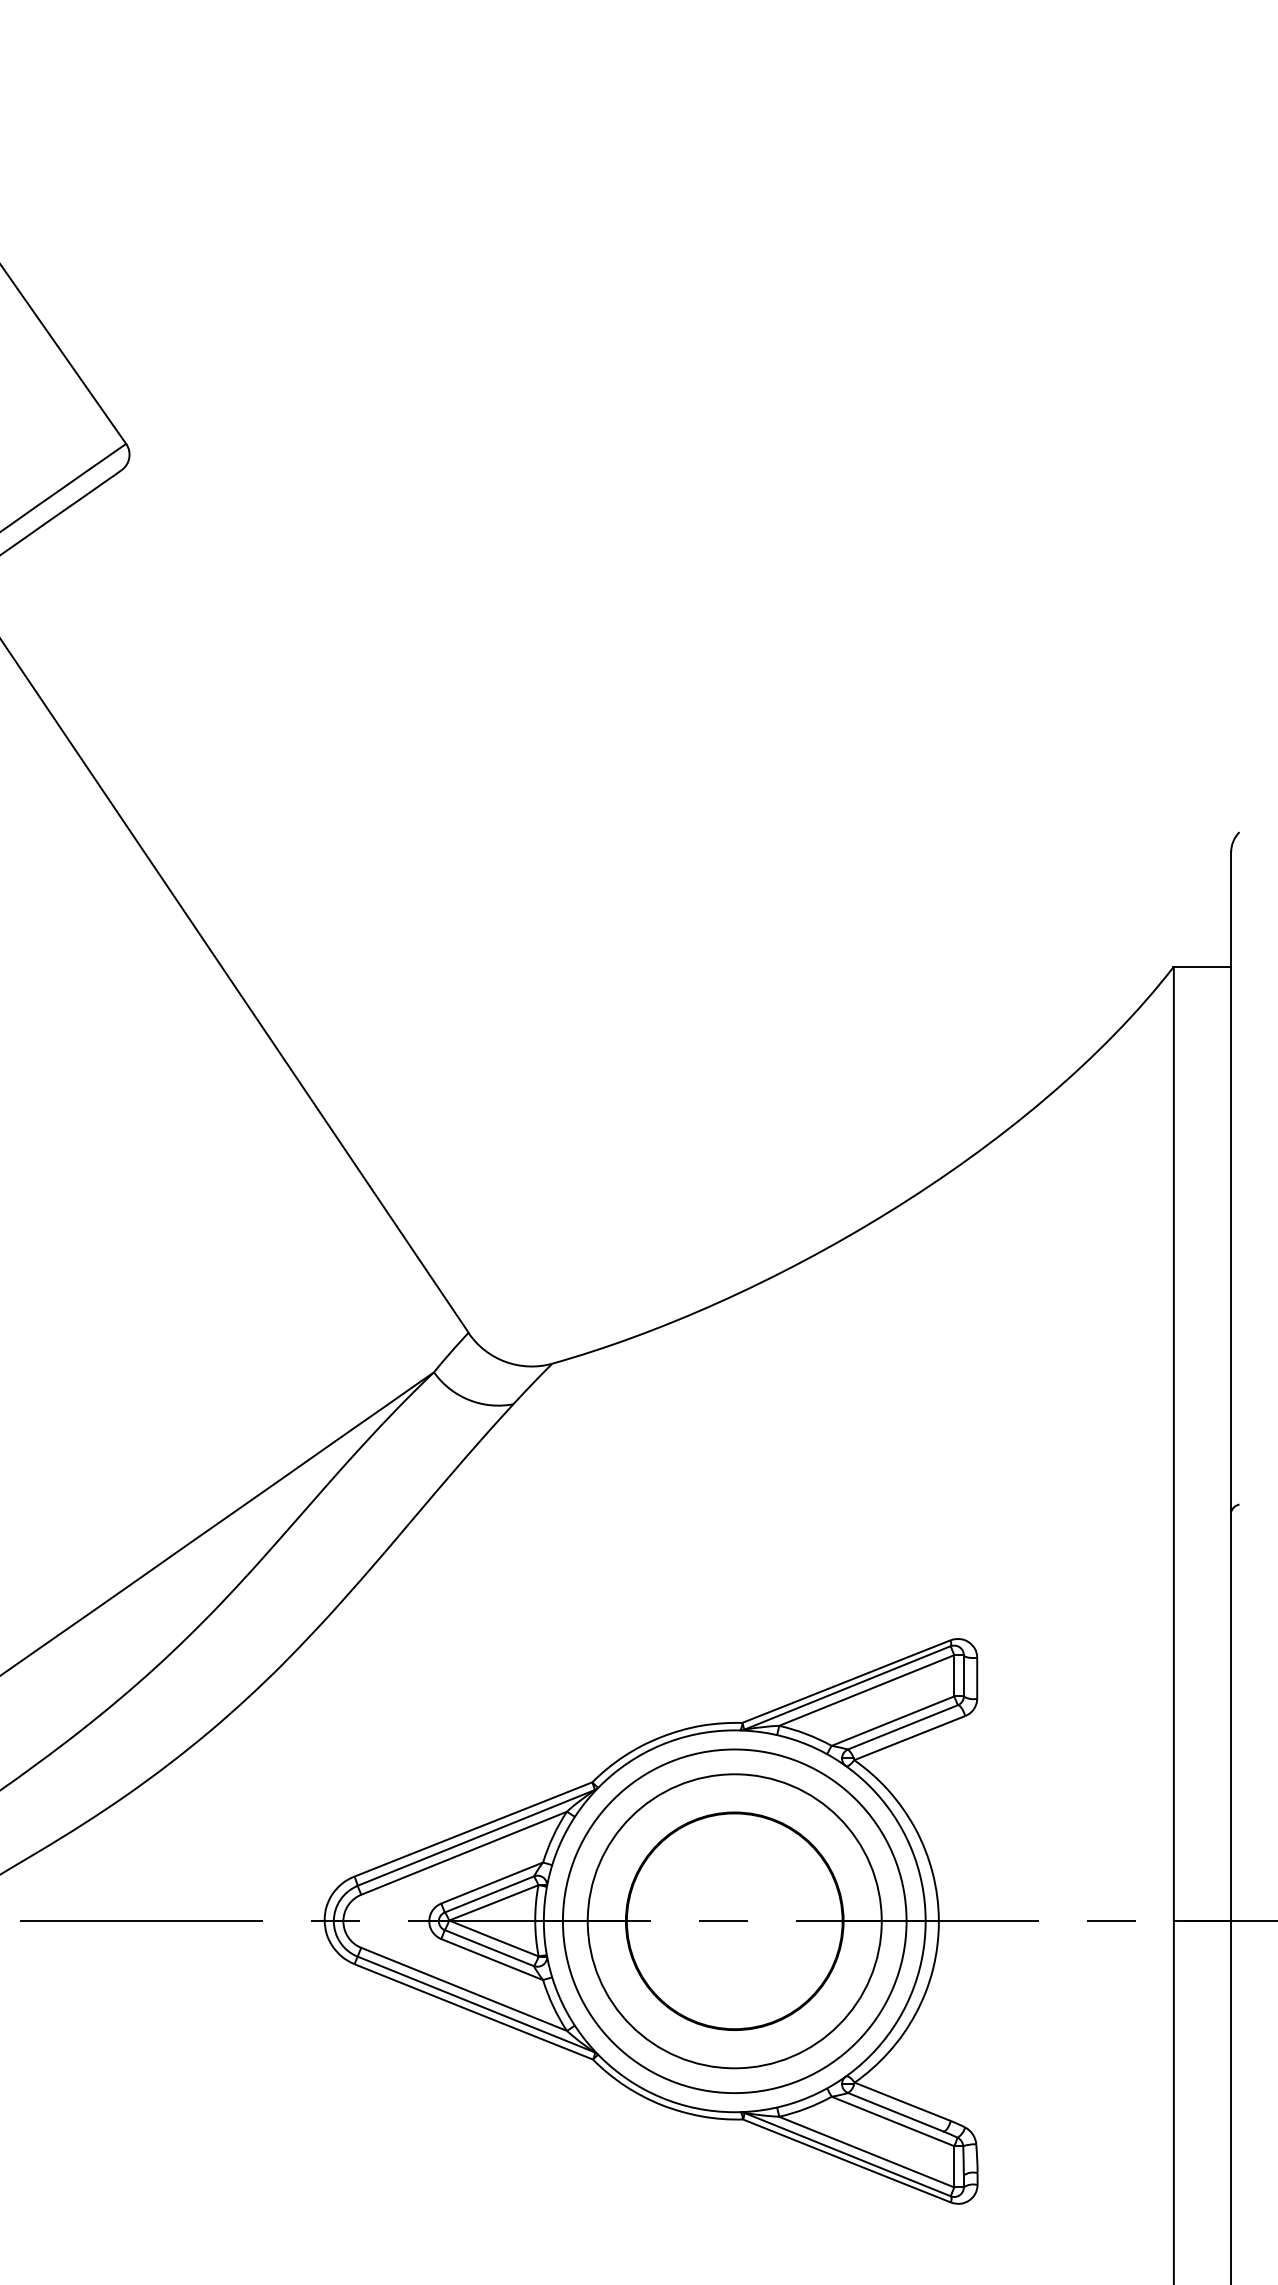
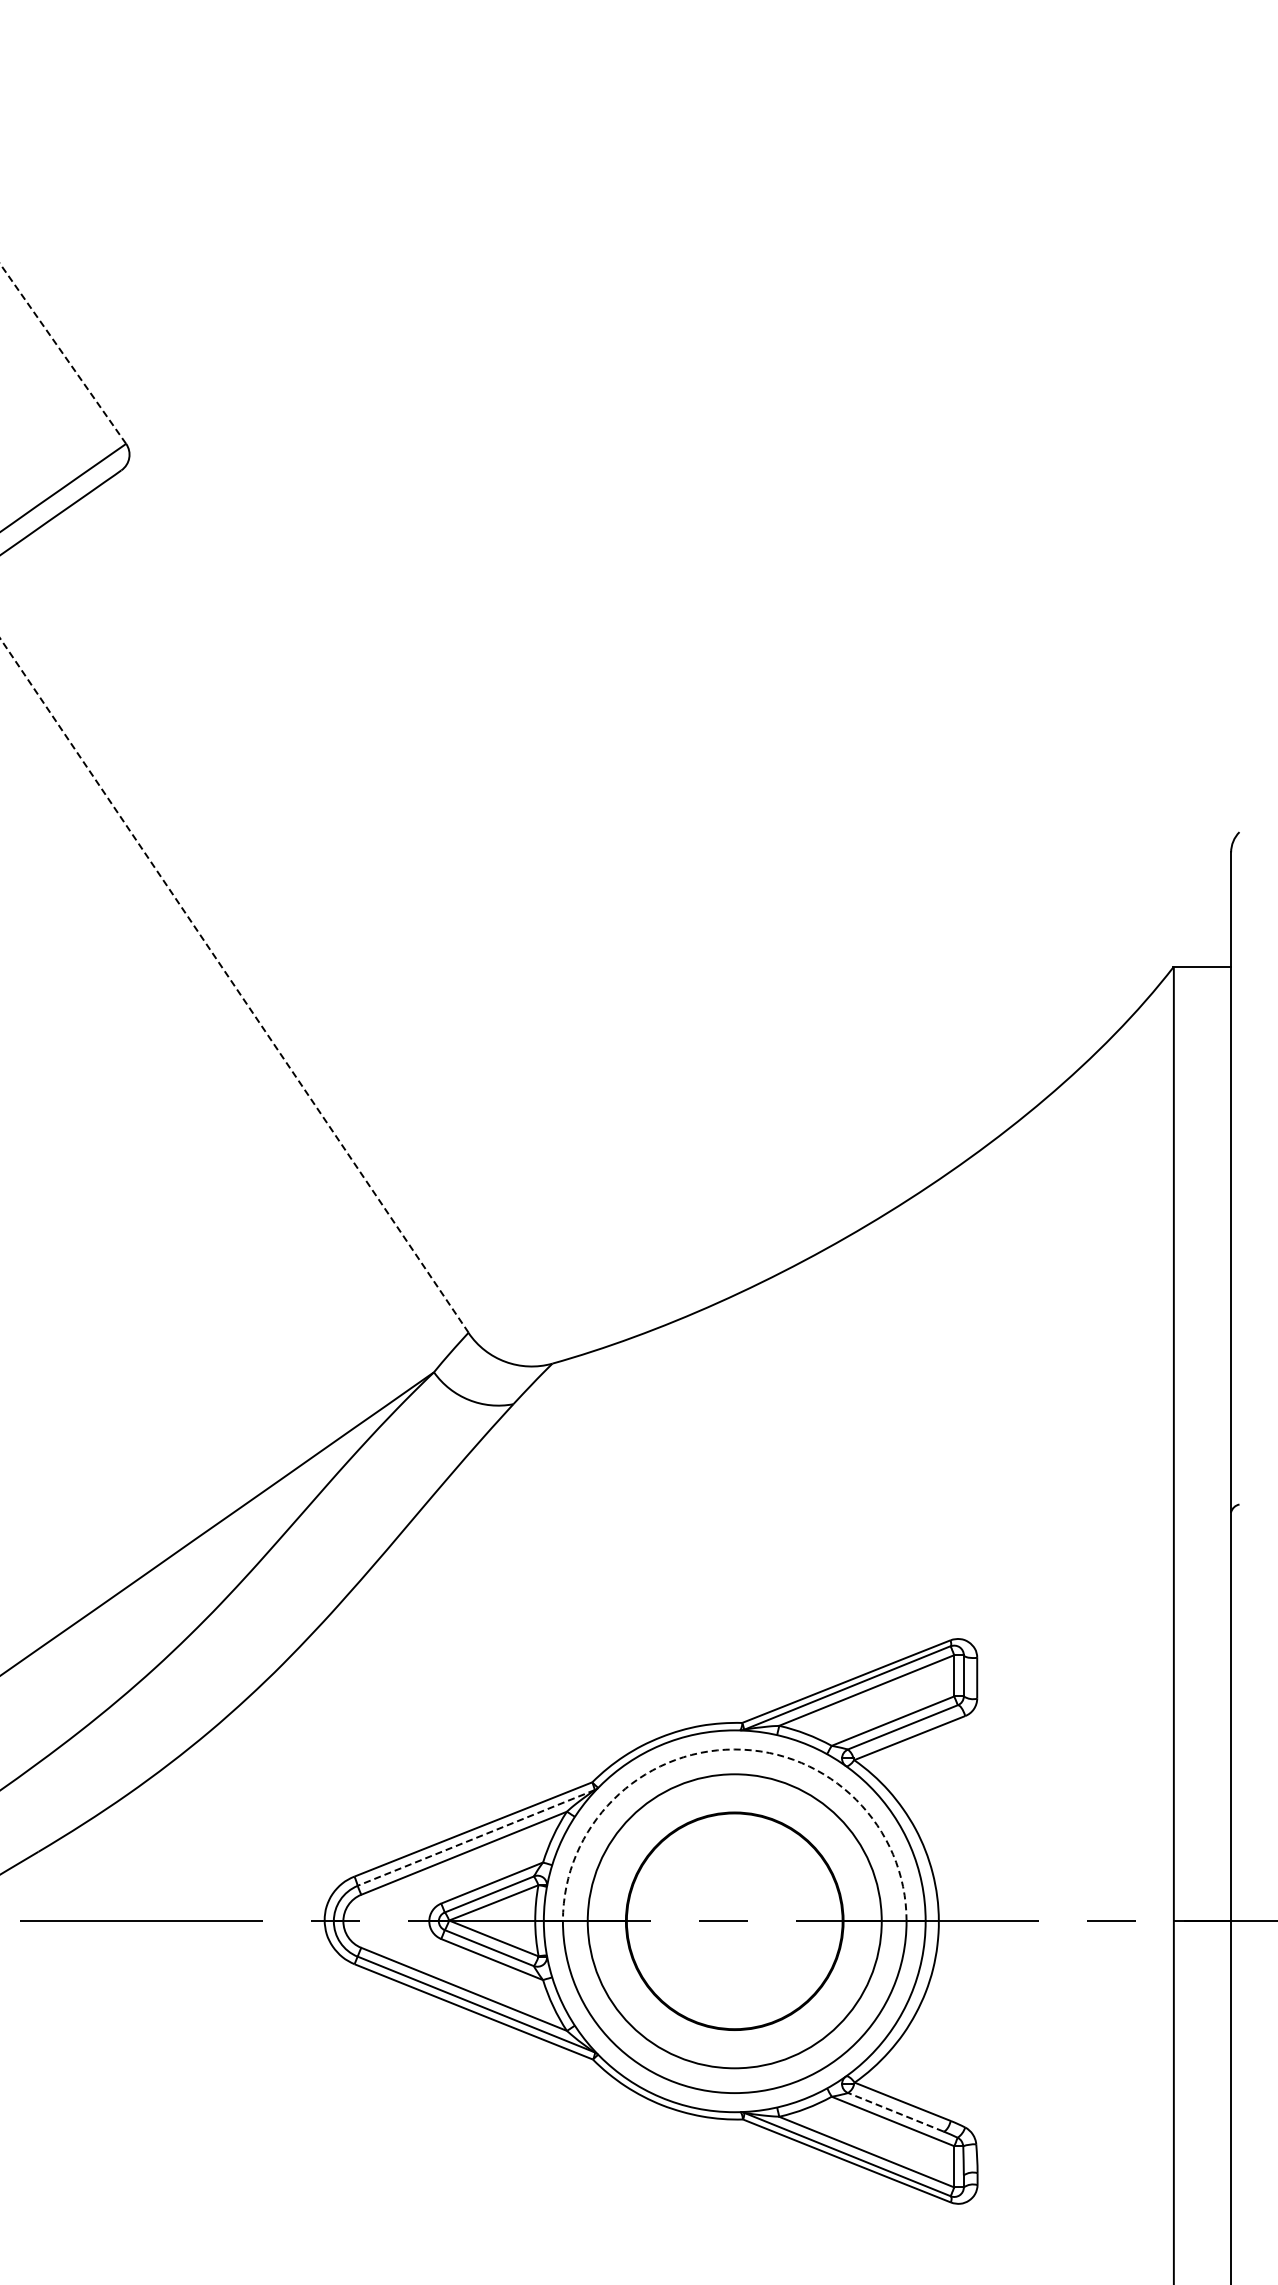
line at (63, 353): solid -> dashed
line at (234, 985): solid -> dashed
arc at (734, 1749): solid -> dashed
line at (476, 1837): solid -> dashed
line at (895, 2112): solid -> dashed
